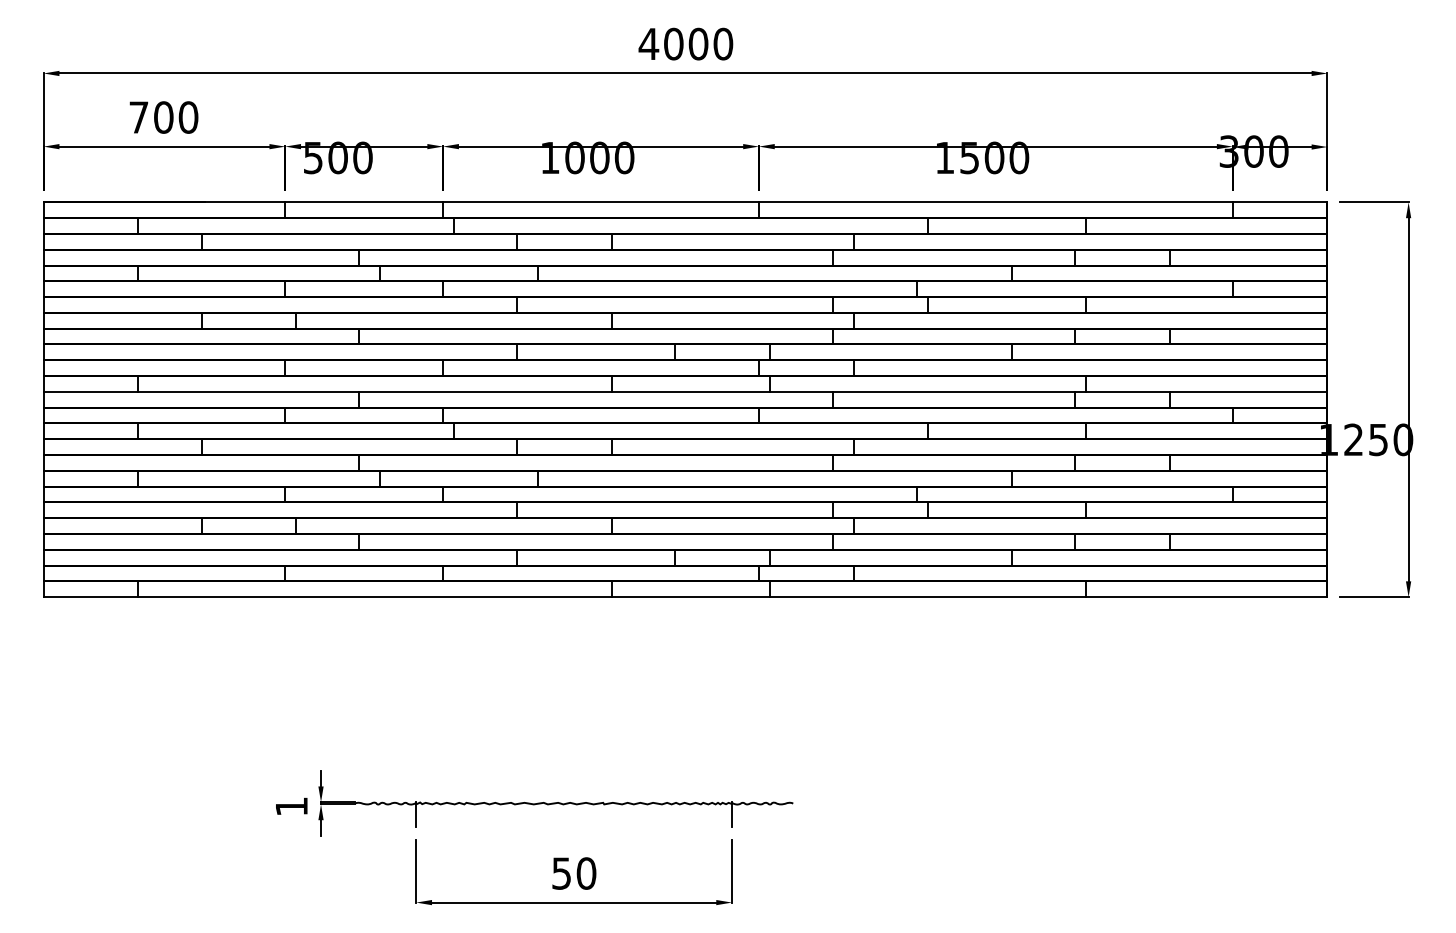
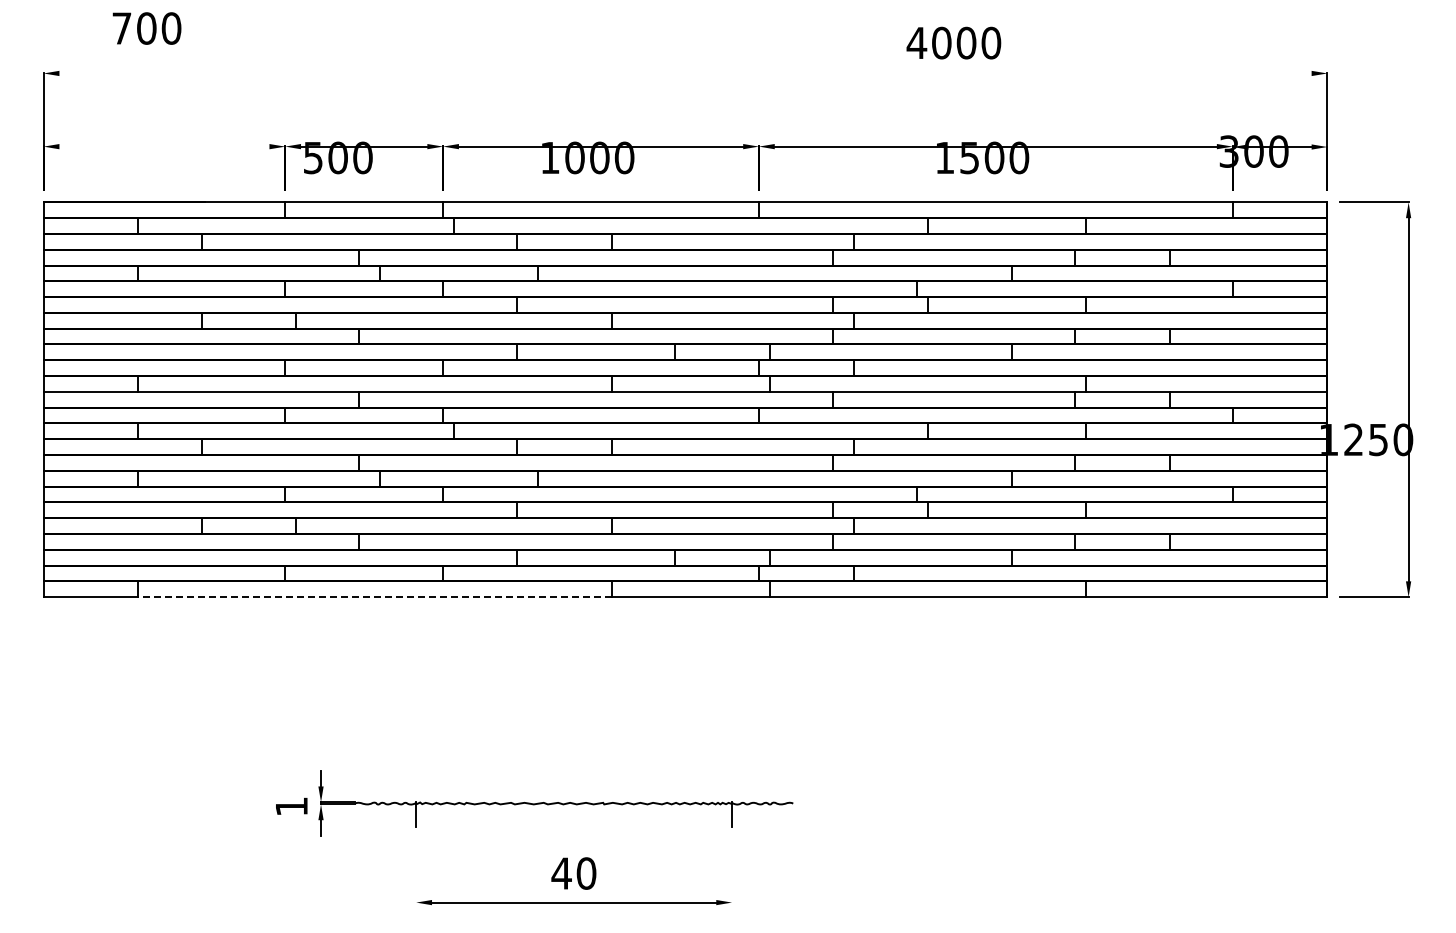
text at (685, 43) position: (685, 43) -> (953, 42)
line at (685, 73): present -> none
text at (163, 117) position: (163, 117) -> (146, 28)
line at (164, 146): present -> none
line at (375, 597): solid -> dashed
line at (416, 871): present -> none
line at (732, 871): present -> none
text at (561, 873): 50 -> 40
